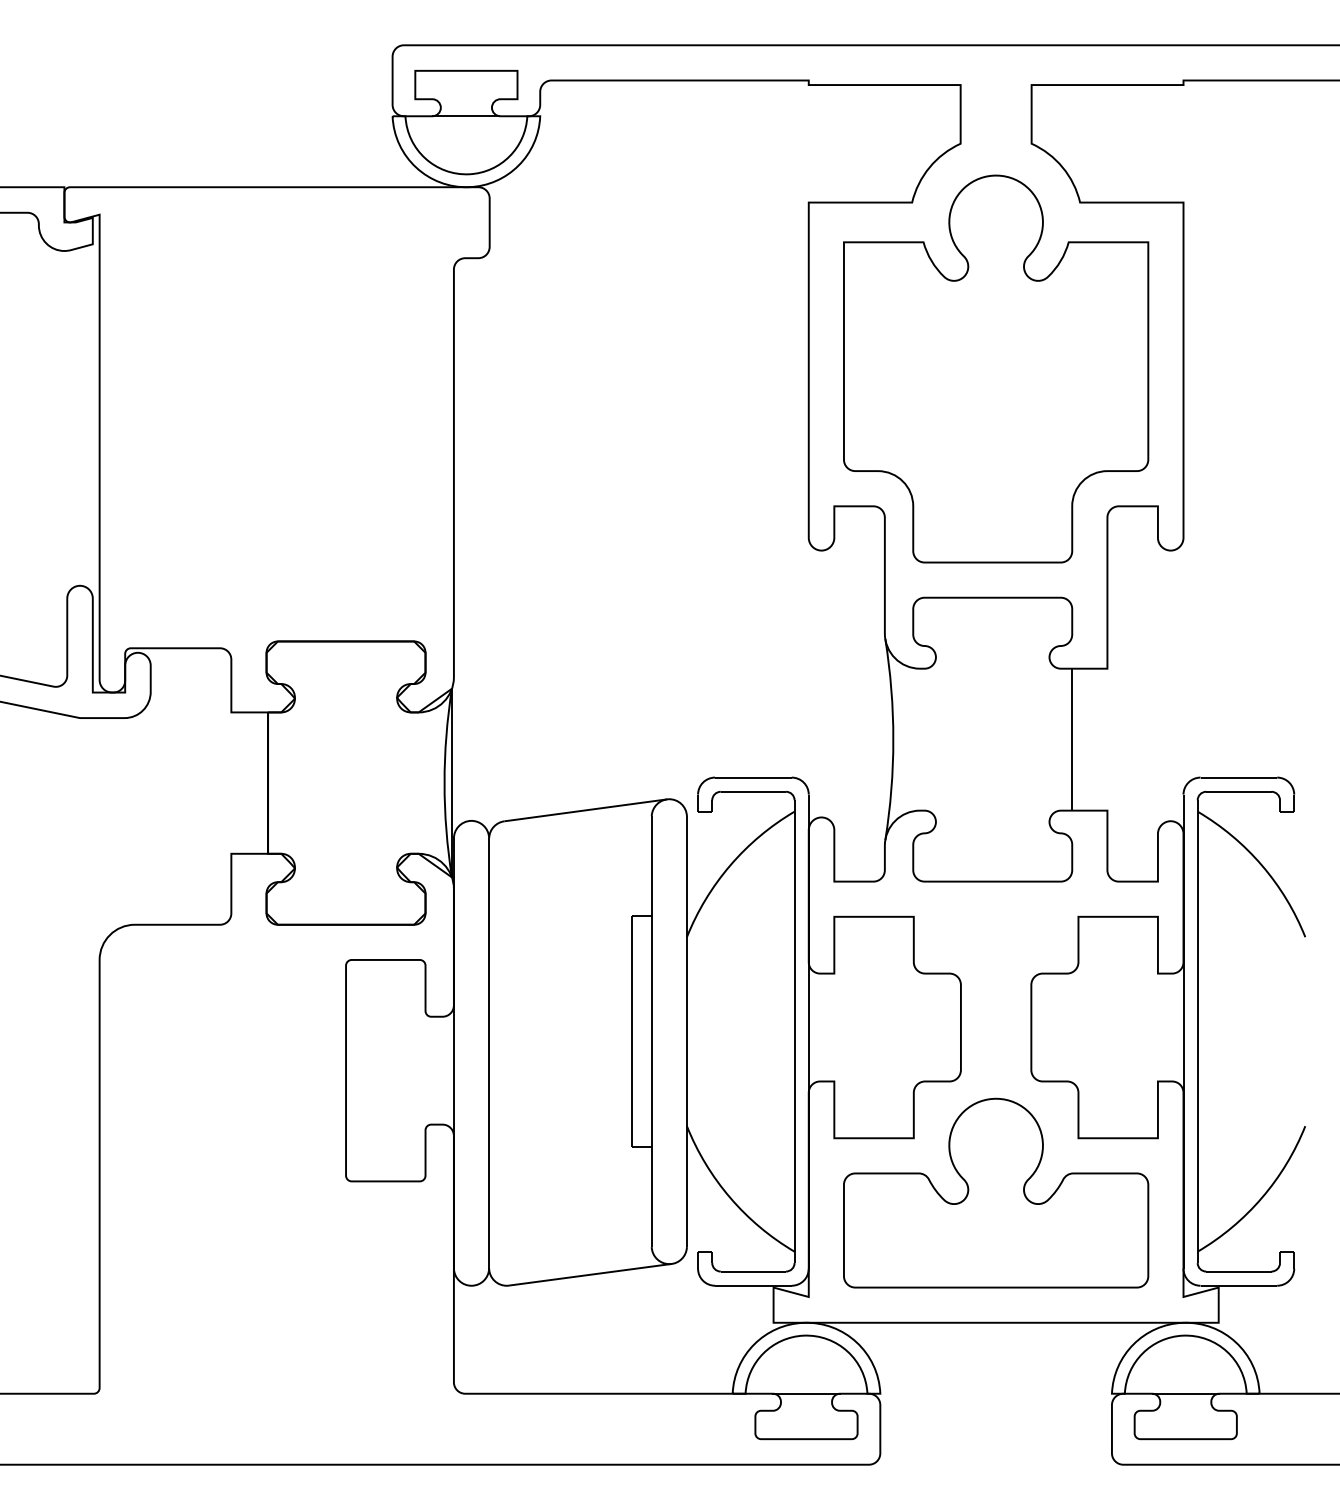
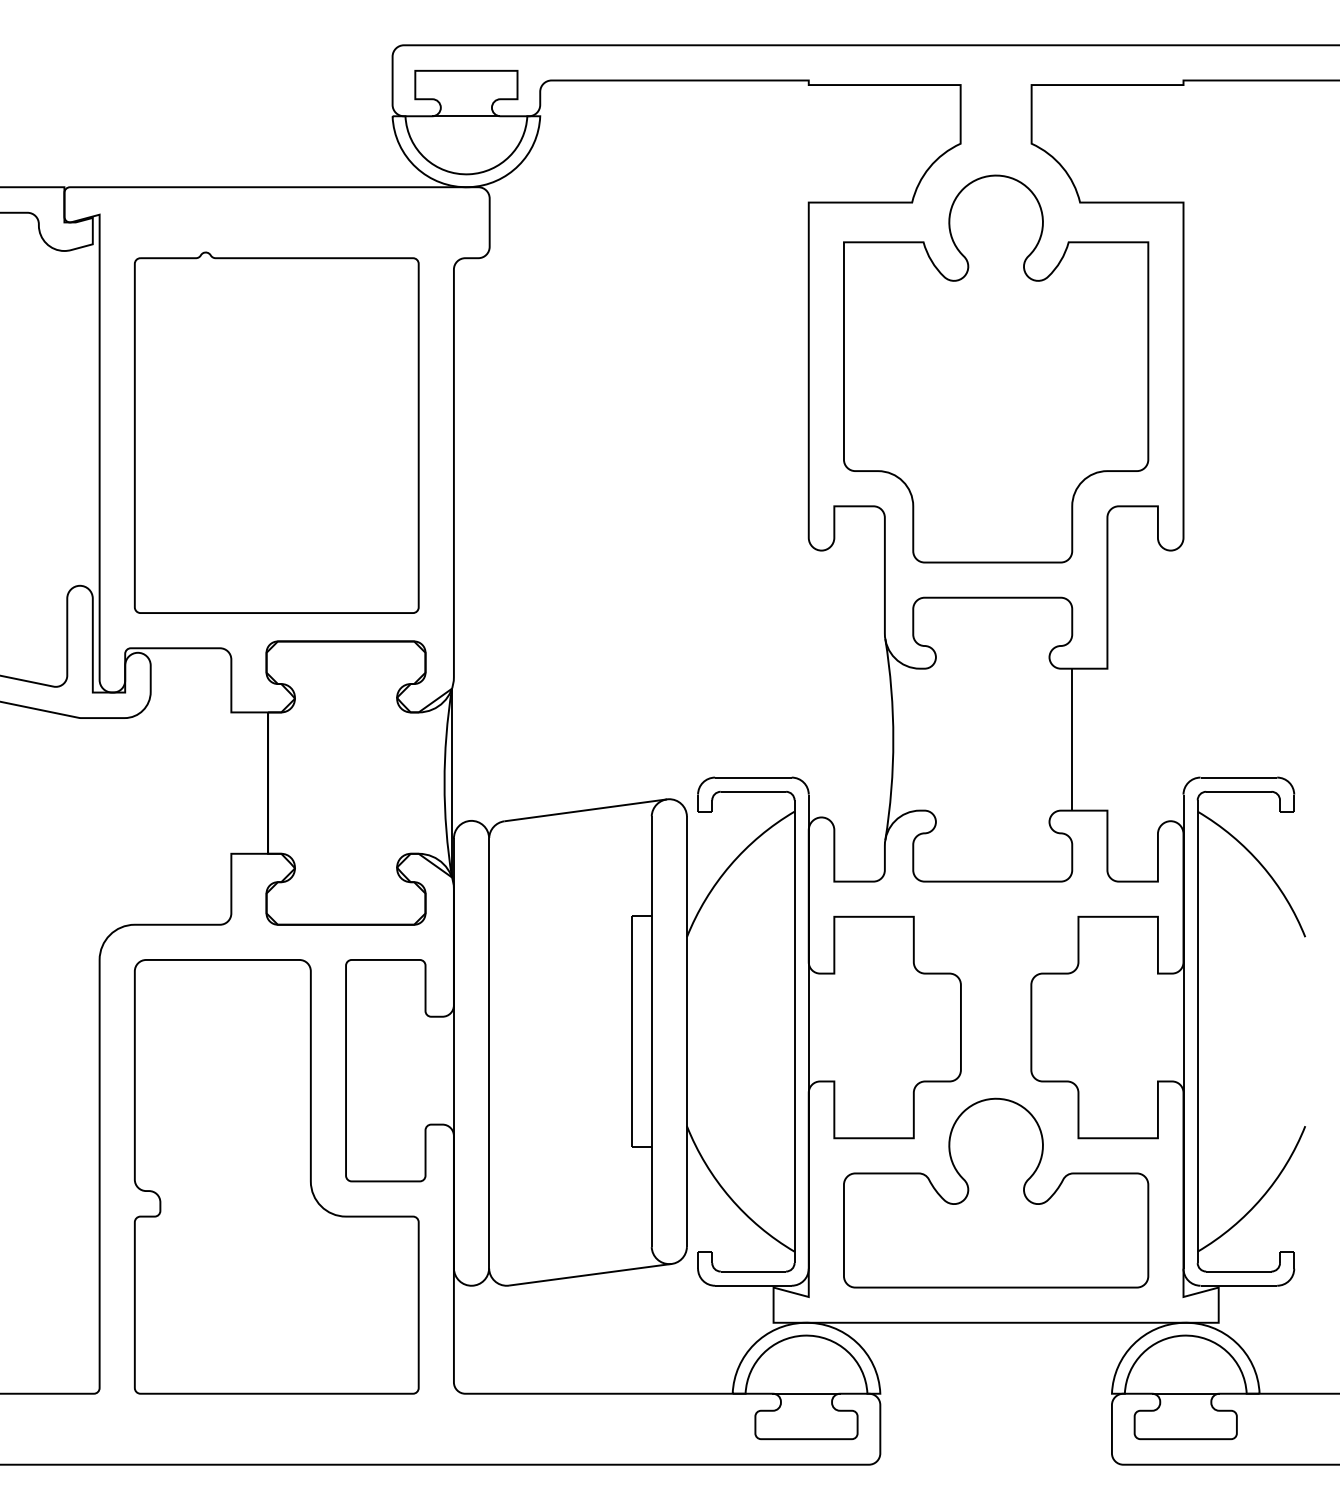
part at (276, 432): none -> present
part at (276, 1176): none -> present
